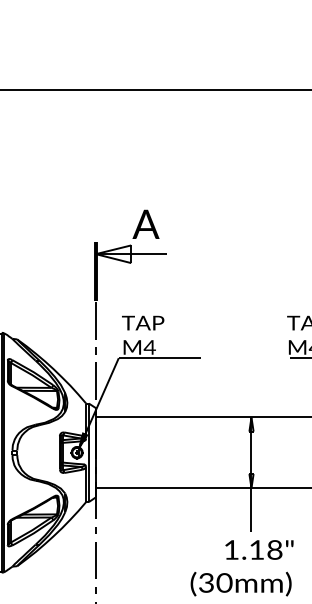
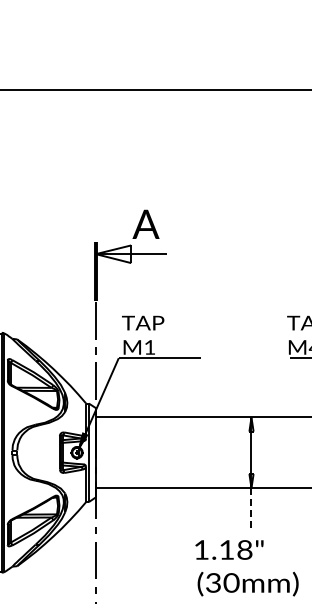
text at (149, 347): M4 -> M1
line at (251, 510): solid -> dashed
text at (259, 549) position: (259, 549) -> (229, 549)
text at (240, 583) position: (240, 583) -> (247, 583)
